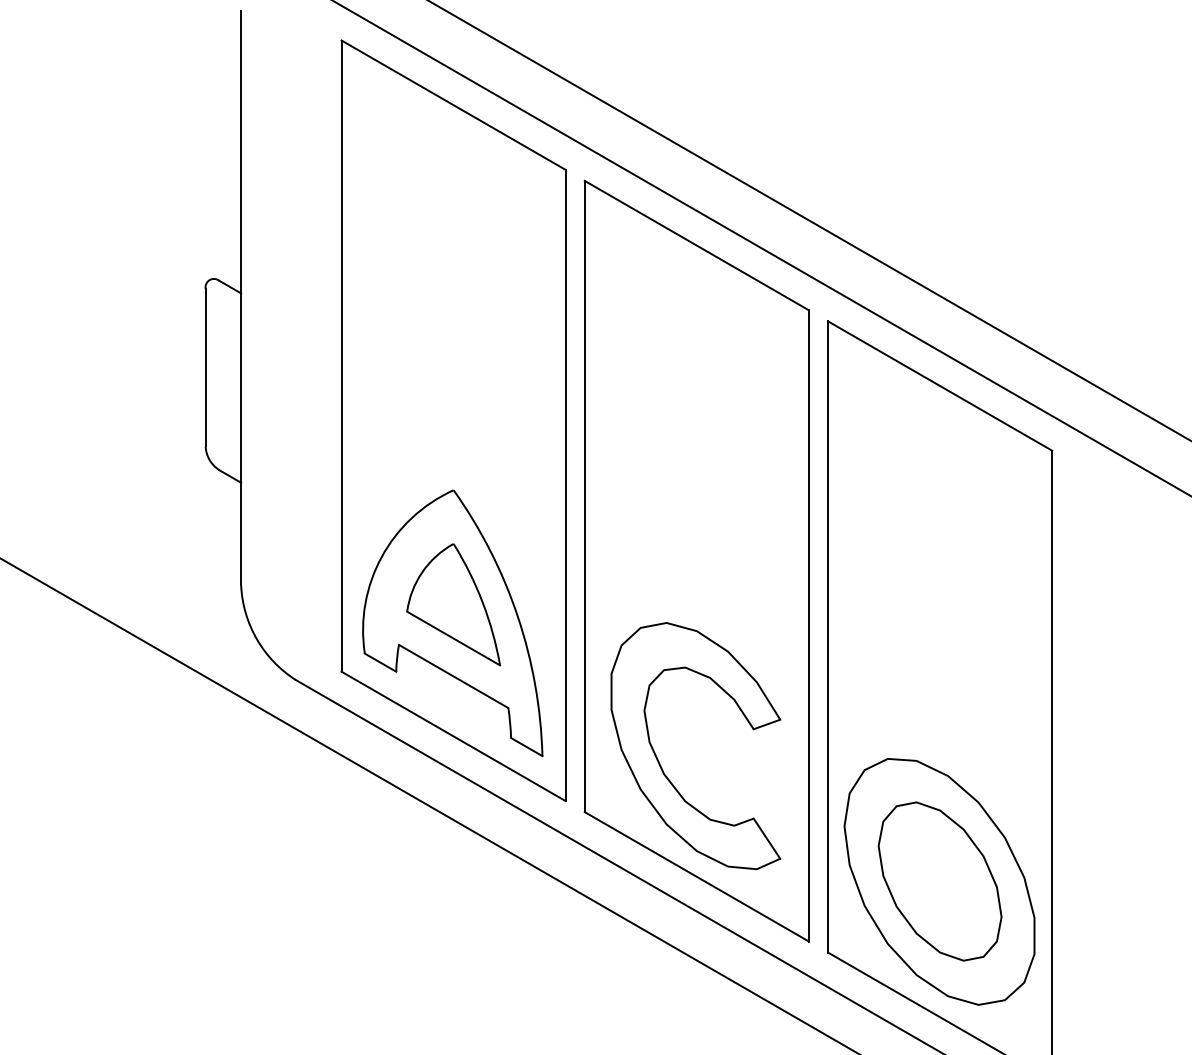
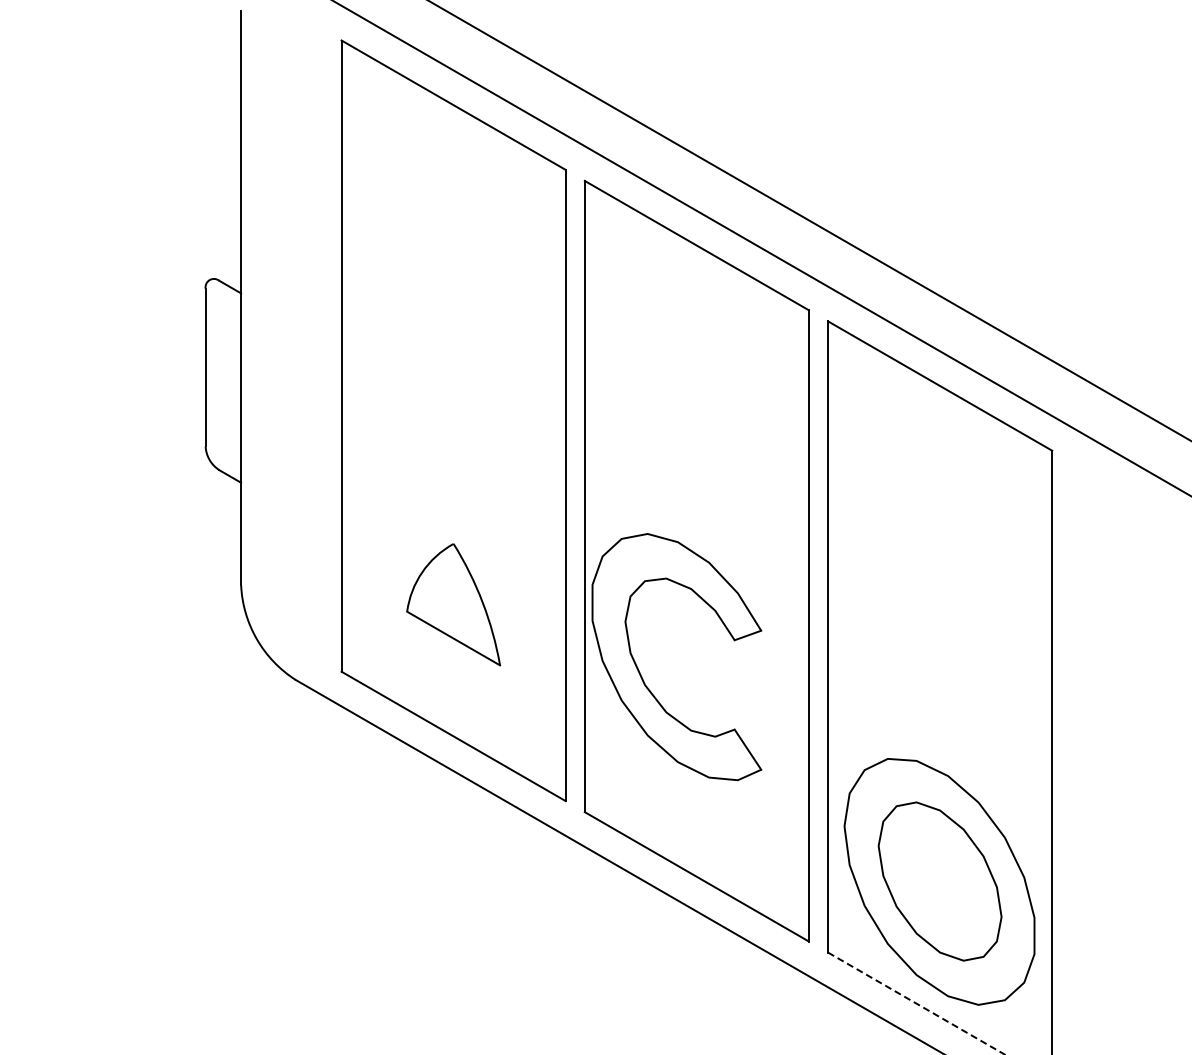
part at (452, 623): present -> none
part at (660, 763) position: (660, 763) -> (641, 674)
line at (428, 805): present -> none
line at (917, 1004): solid -> dashed
